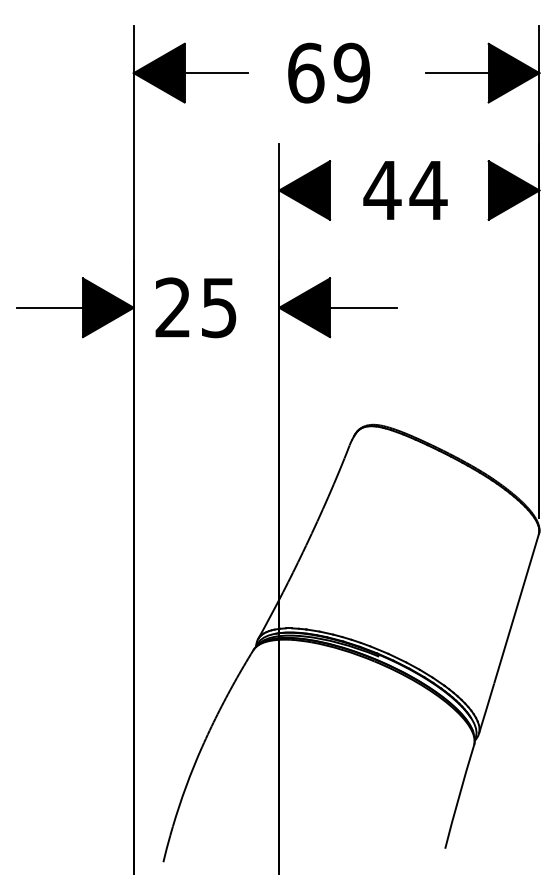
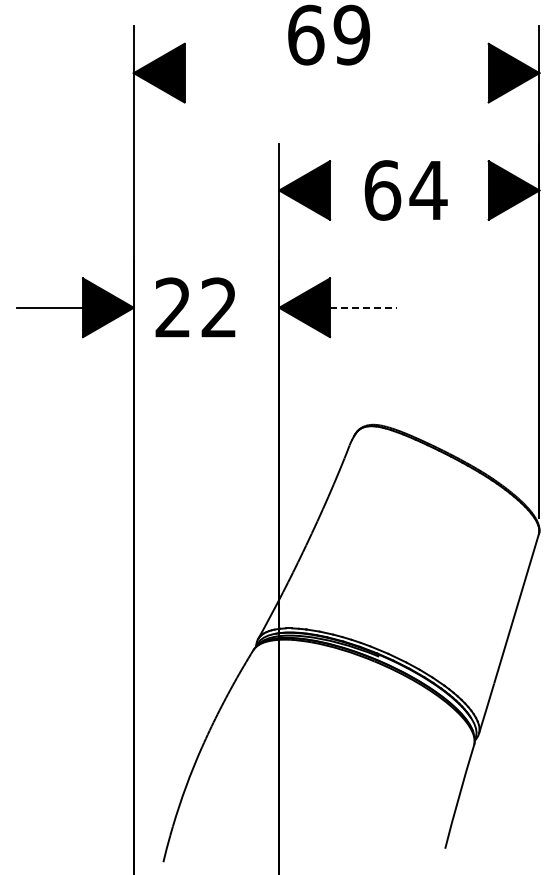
text at (329, 72) position: (329, 72) -> (329, 34)
line at (215, 73): present -> none
line at (456, 73): present -> none
text at (382, 190): 44 -> 64
text at (218, 307): 25 -> 22
line at (363, 307): solid -> dashed
